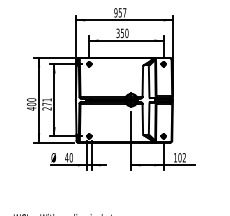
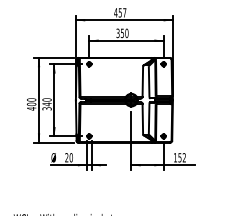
text at (115, 12): 957 -> 457
text at (46, 104): 271 -> 340
text at (66, 157): 40 -> 20
text at (179, 157): 102 -> 152
